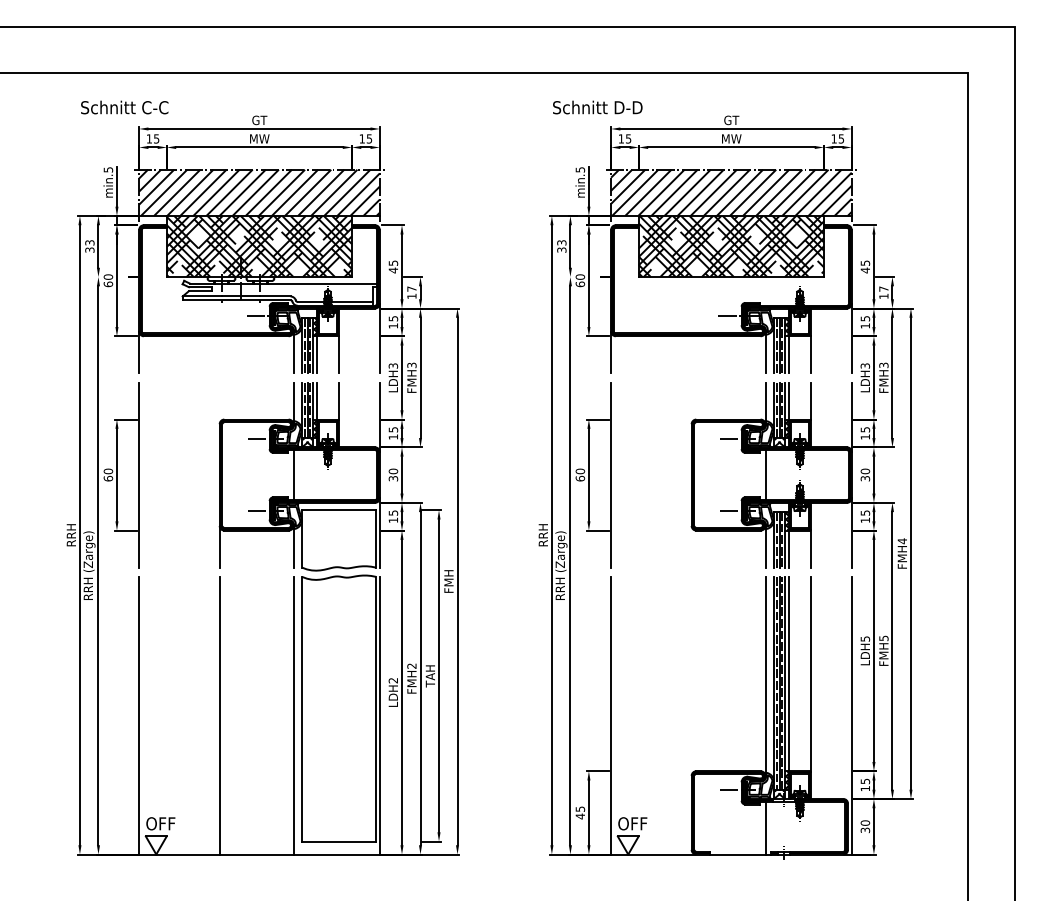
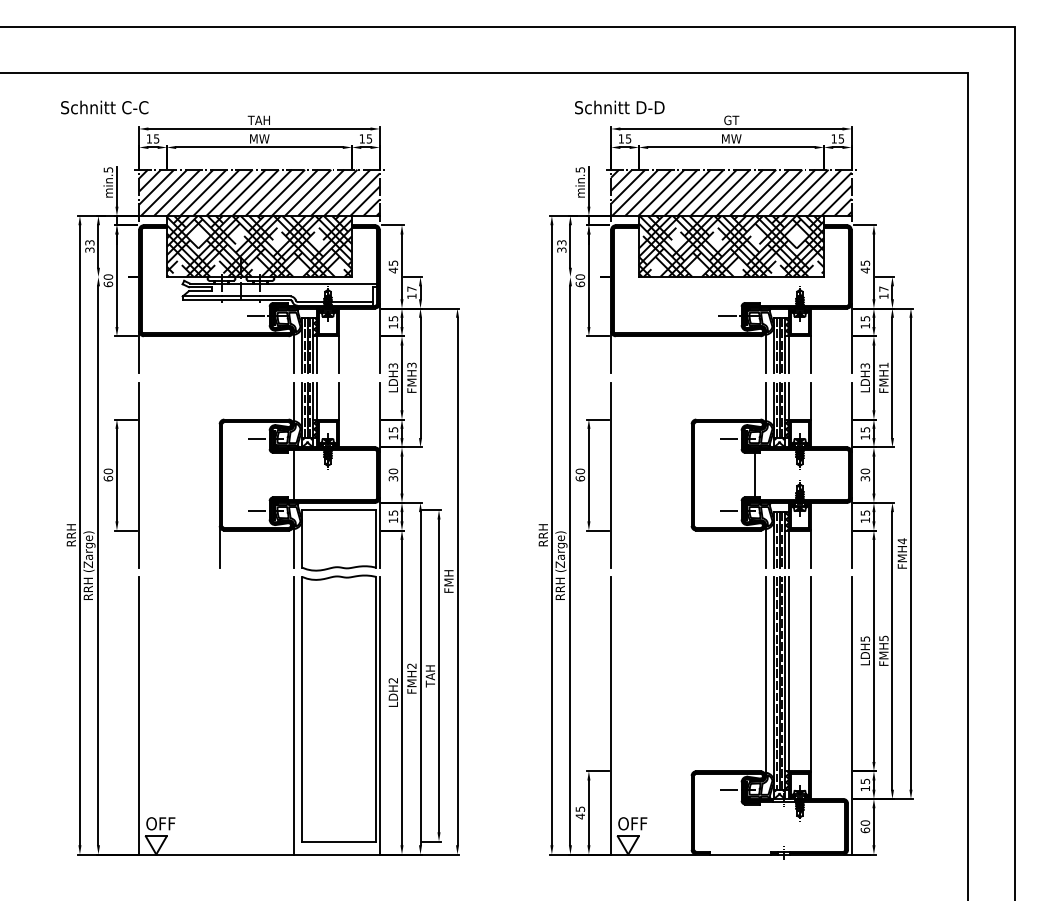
text at (124, 107) position: (124, 107) -> (104, 107)
text at (597, 107) position: (597, 107) -> (619, 107)
text at (258, 120): GT -> TAH
text at (883, 365): FMH3 -> FMH1
line at (765, 475) position: (765, 475) -> (754, 475)
line at (219, 715): present -> none
line at (765, 827): present -> none
text at (865, 830): 30 -> 60
